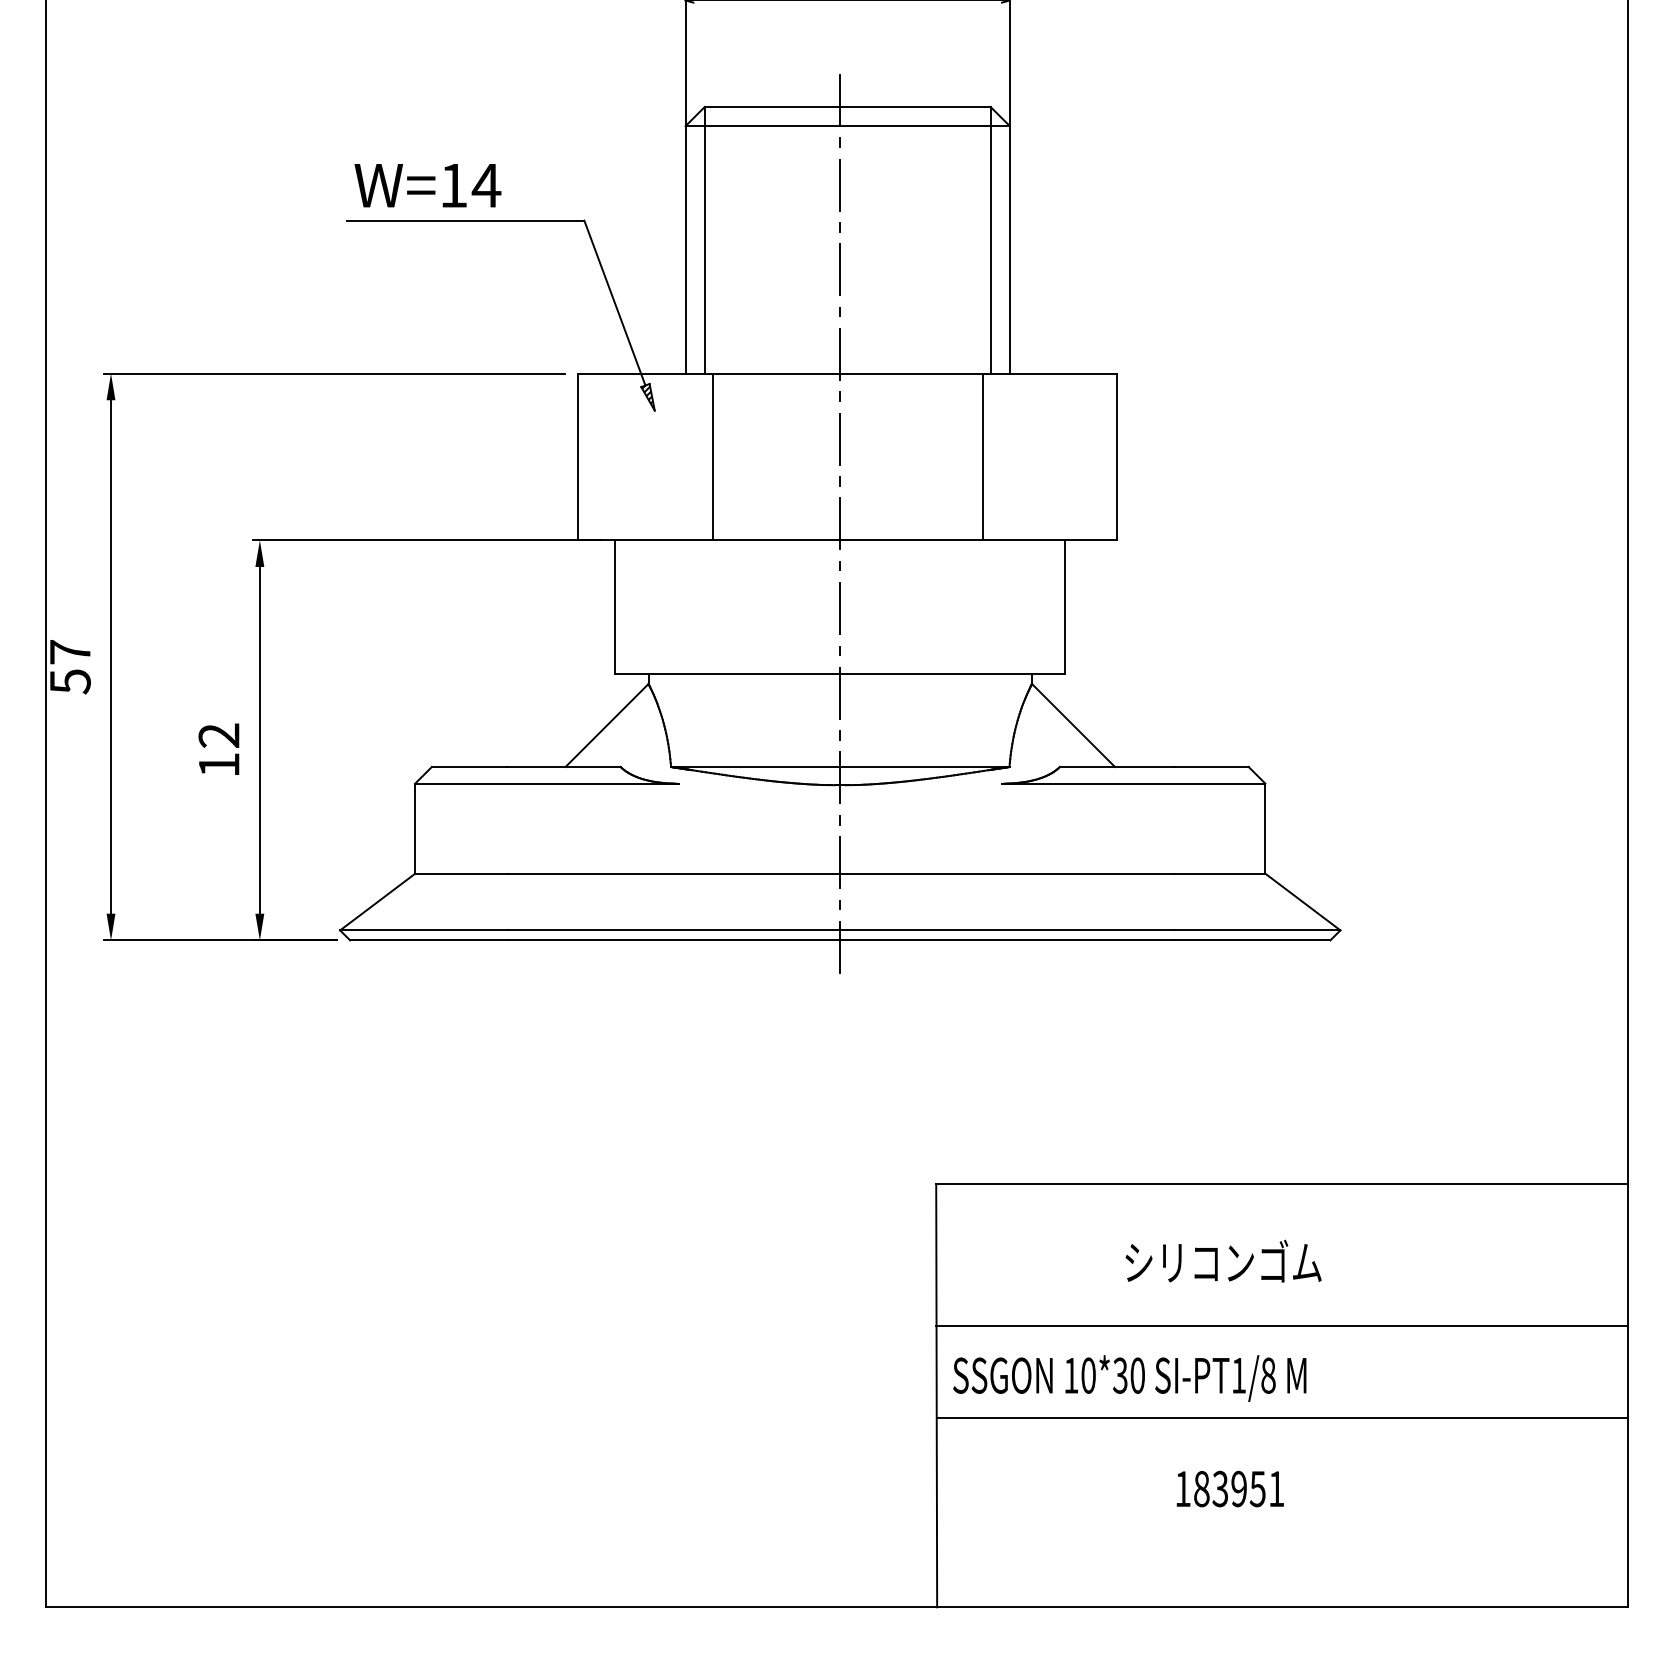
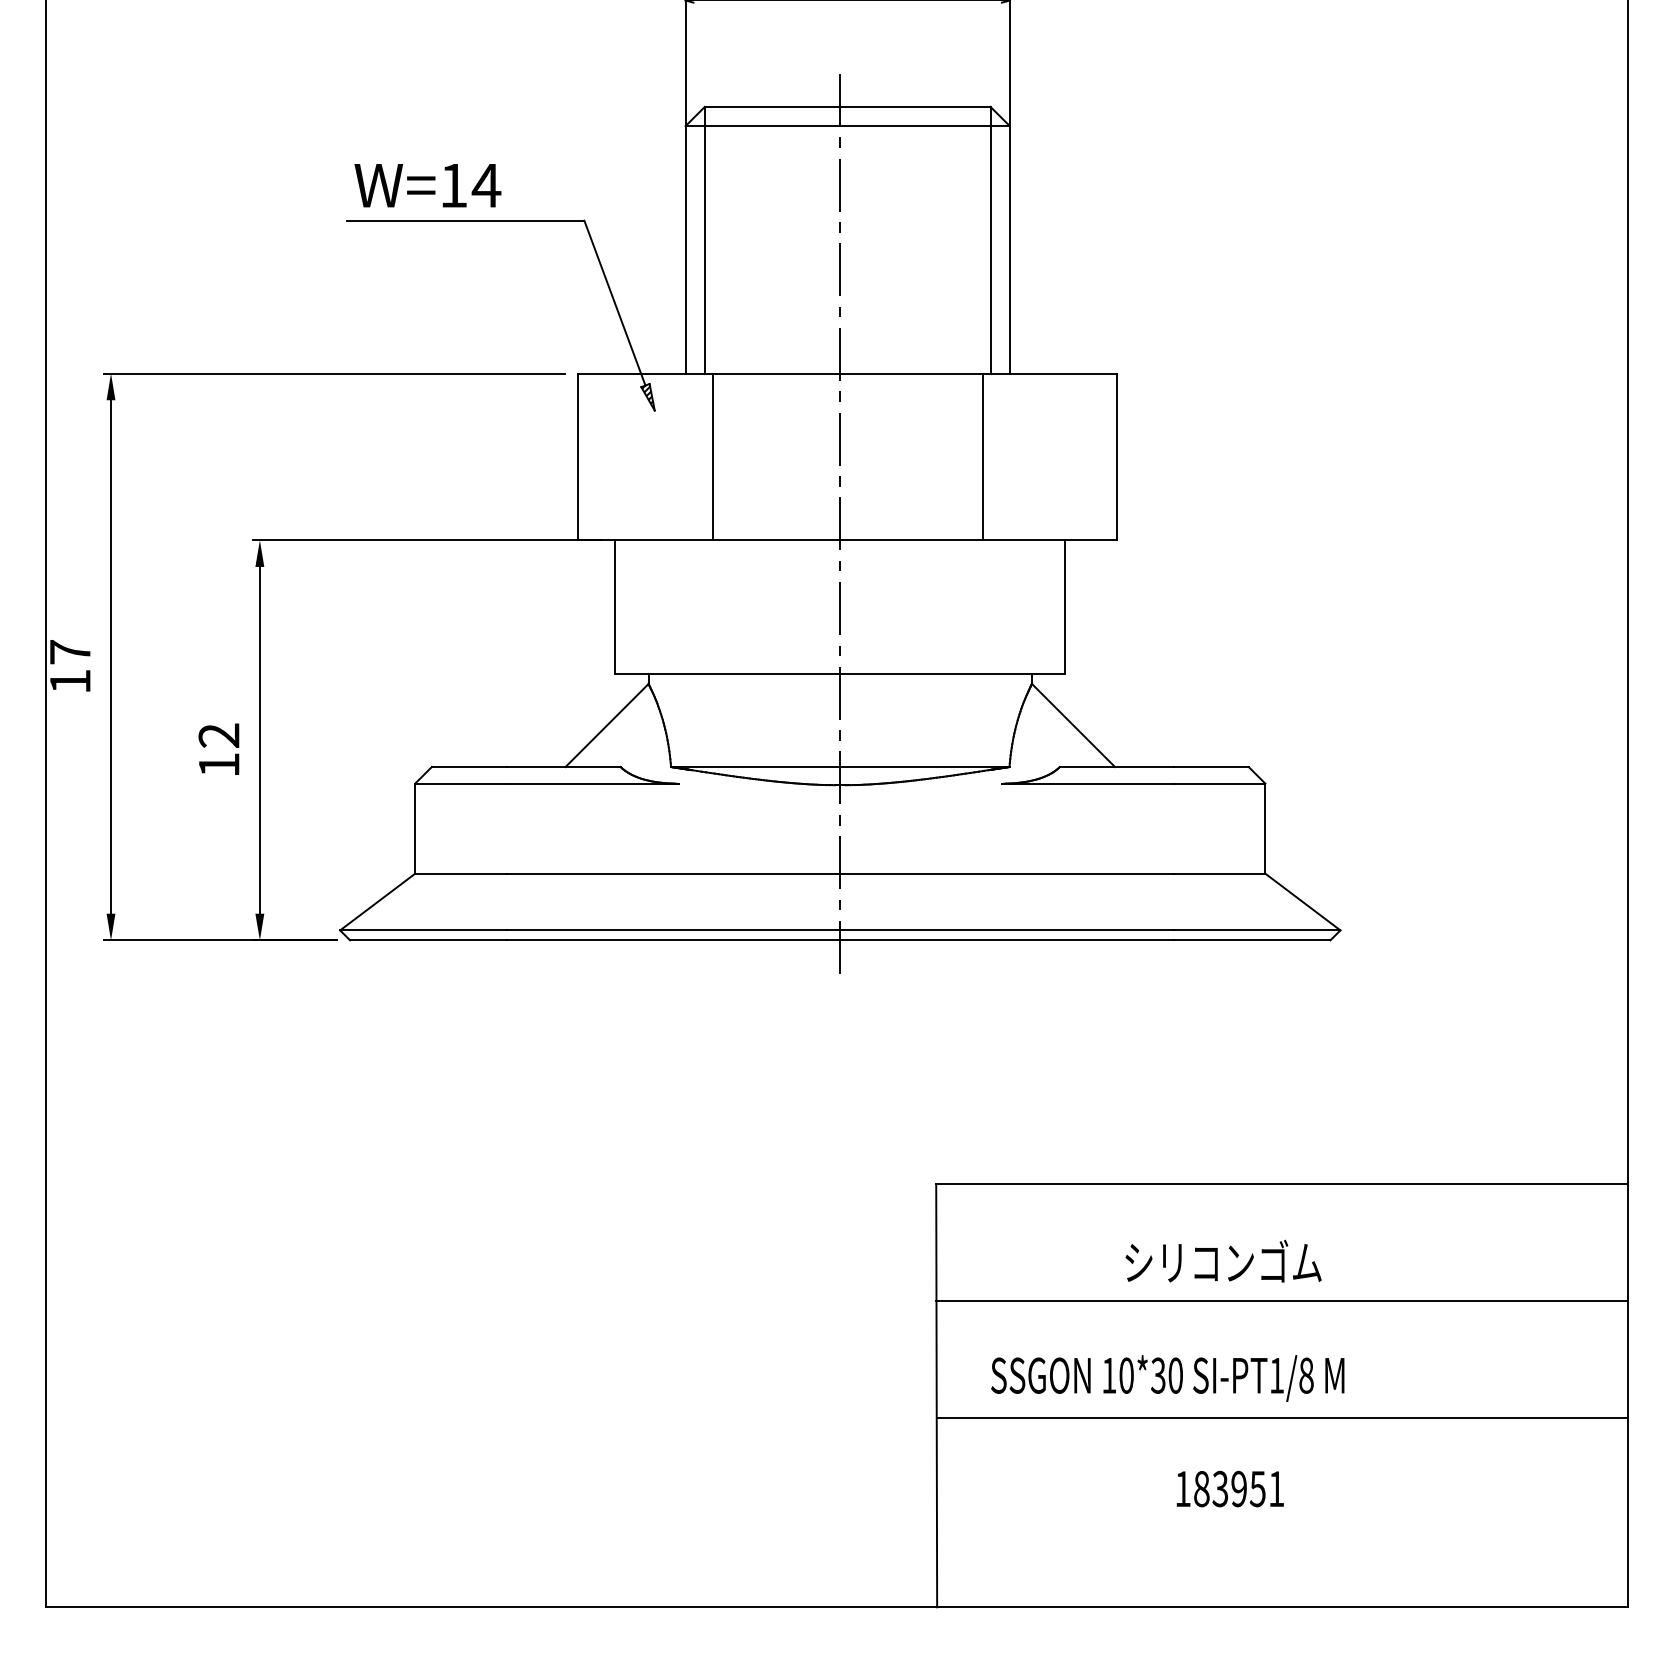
text at (70, 681): 57 -> 17
line at (1281, 1325) position: (1281, 1325) -> (1281, 1300)
text at (1129, 1378) position: (1129, 1378) -> (1167, 1378)
